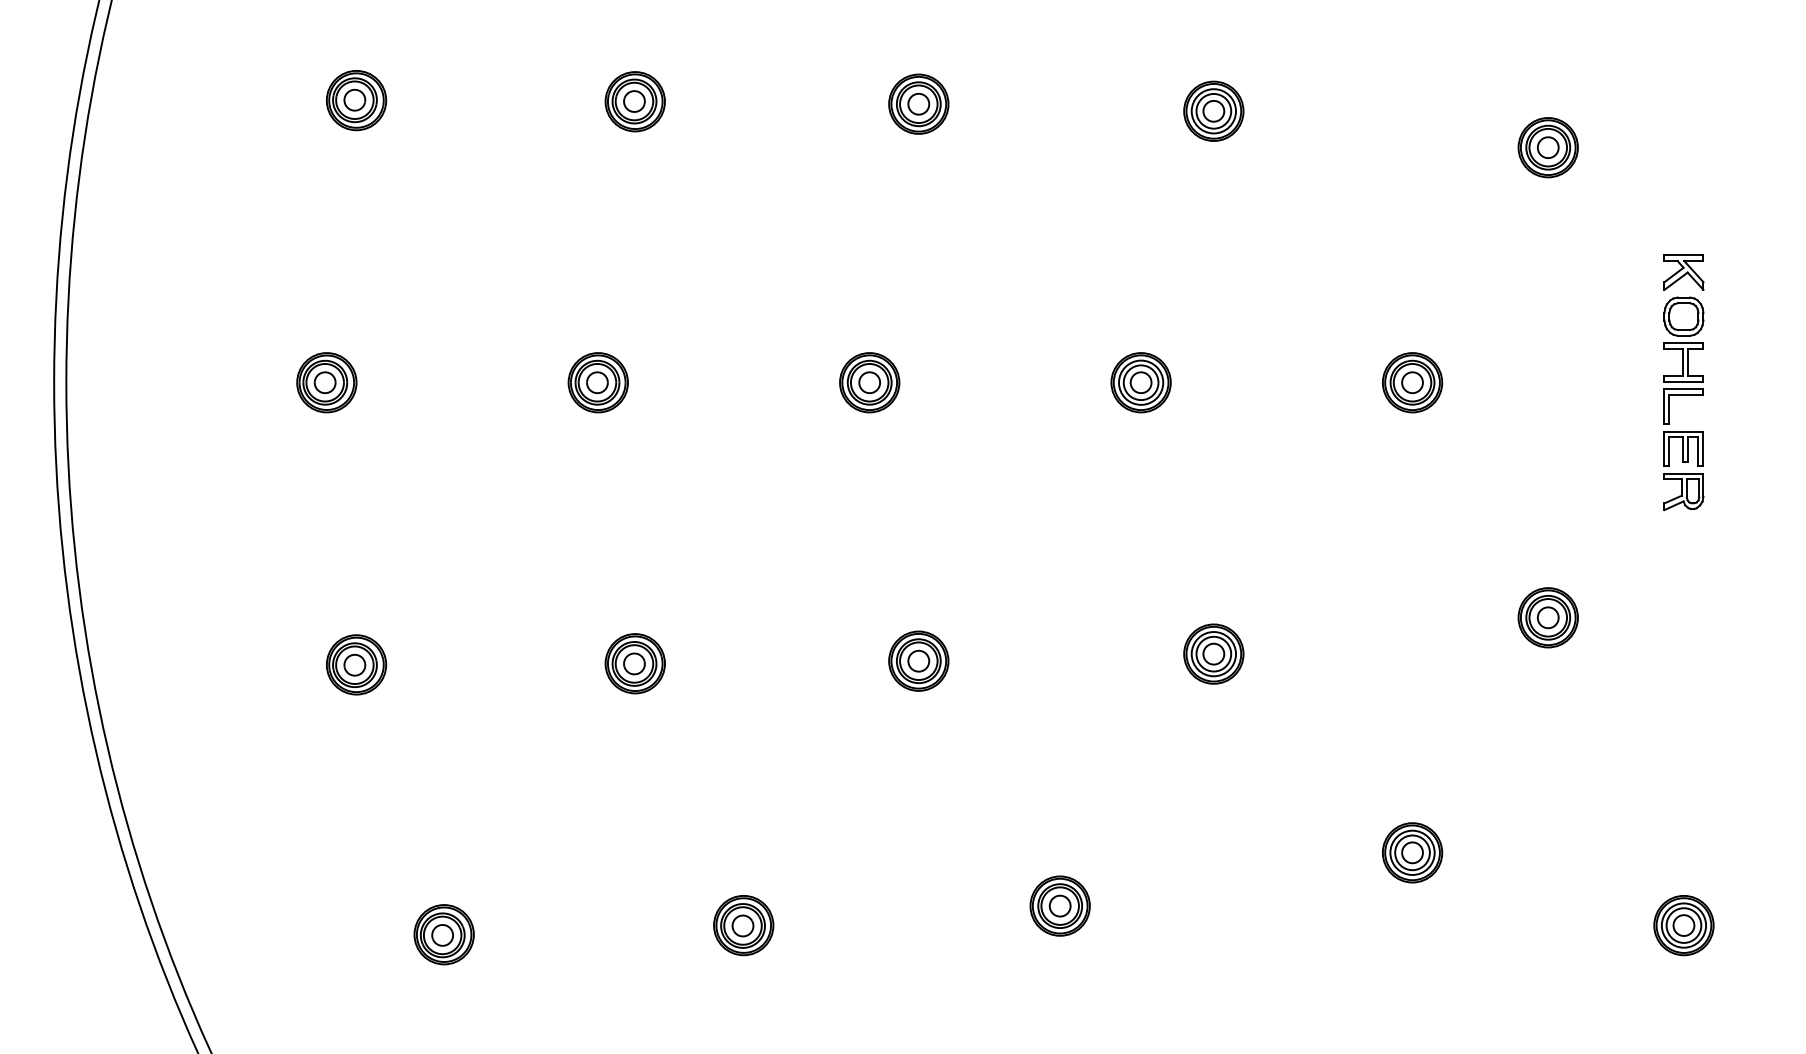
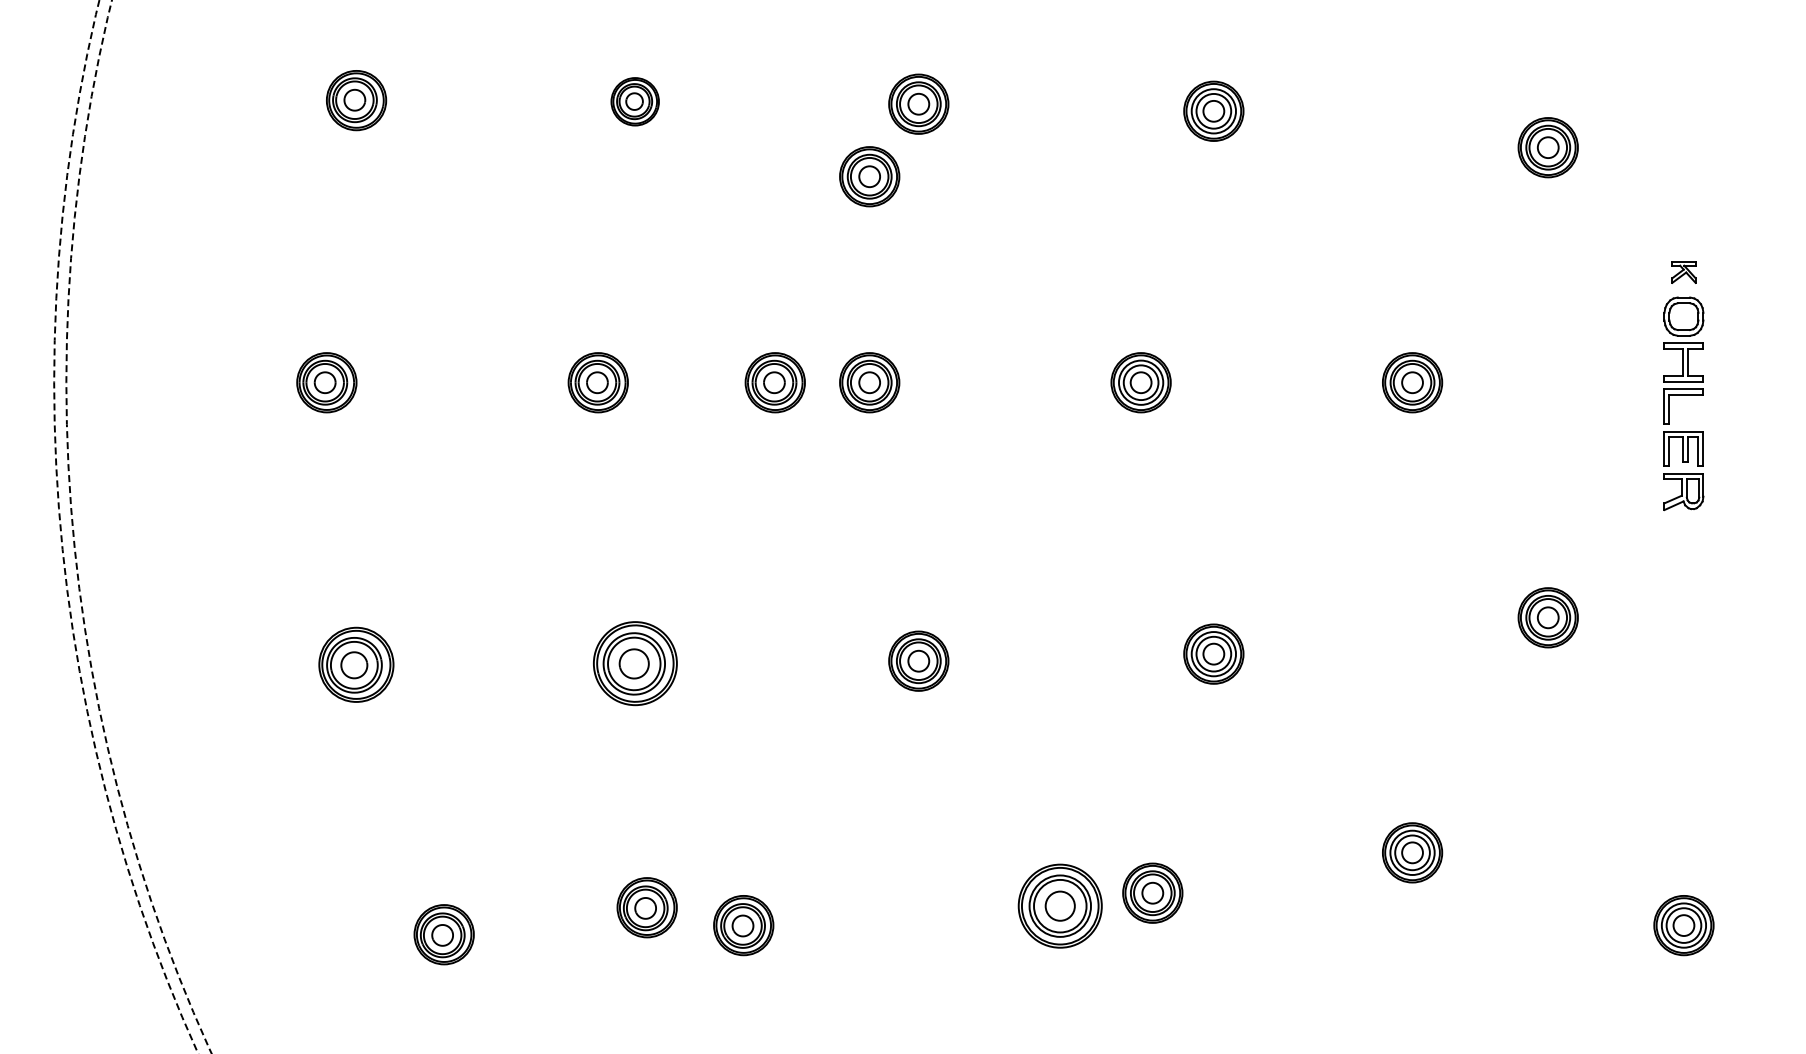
part at (634, 101) size: 62x62 px -> 50x50 px
part at (869, 176): none -> present
part at (1683, 272) size: 42x37 px -> 26x23 px
part at (774, 382): none -> present
circle at (126, 526): solid -> dashed
circle at (138, 526): solid -> dashed
part at (634, 663) size: 62x62 px -> 85x86 px
part at (356, 664) size: 62x62 px -> 77x77 px
part at (1152, 892): none -> present
part at (1059, 905) size: 62x62 px -> 86x86 px
part at (646, 907): none -> present
